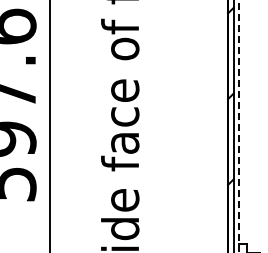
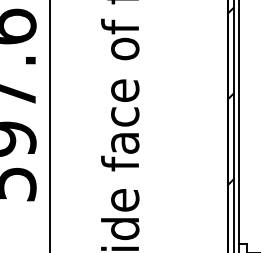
line at (239, 126): dashed -> solid
